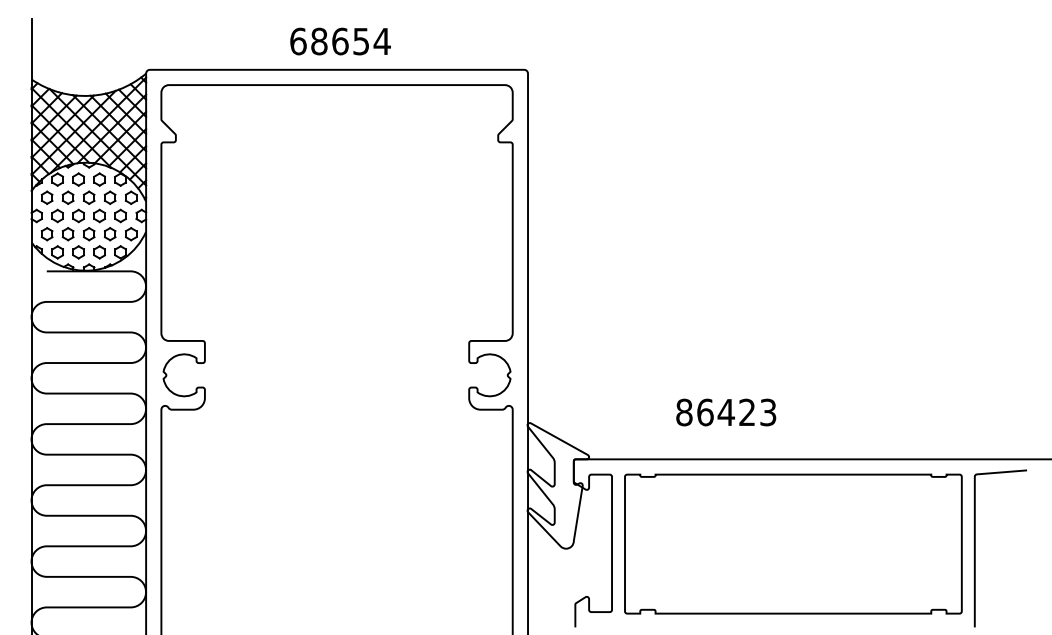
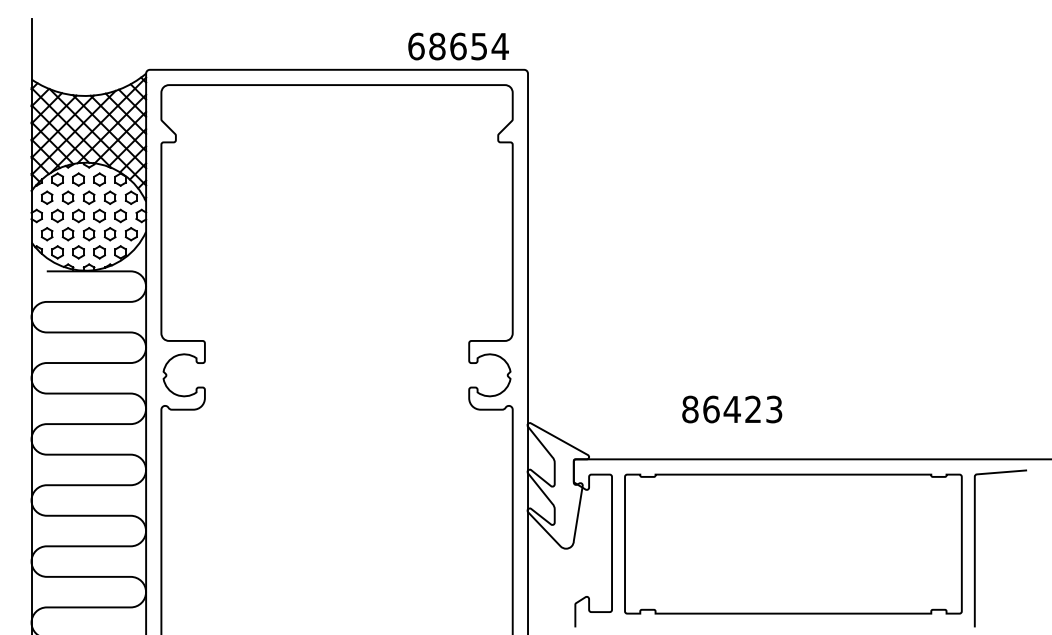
text at (340, 41) position: (340, 41) -> (458, 46)
text at (726, 412) position: (726, 412) -> (732, 409)
